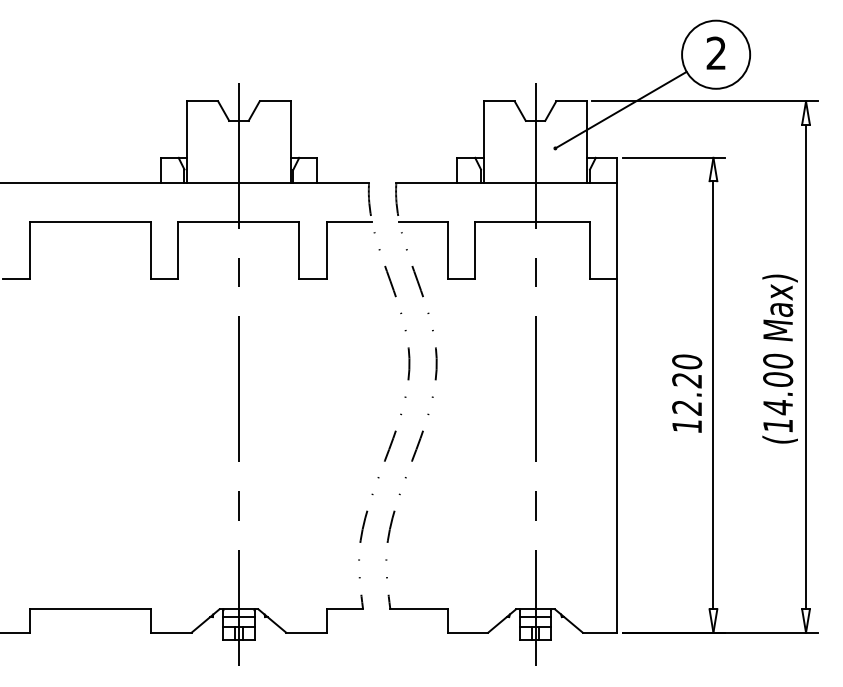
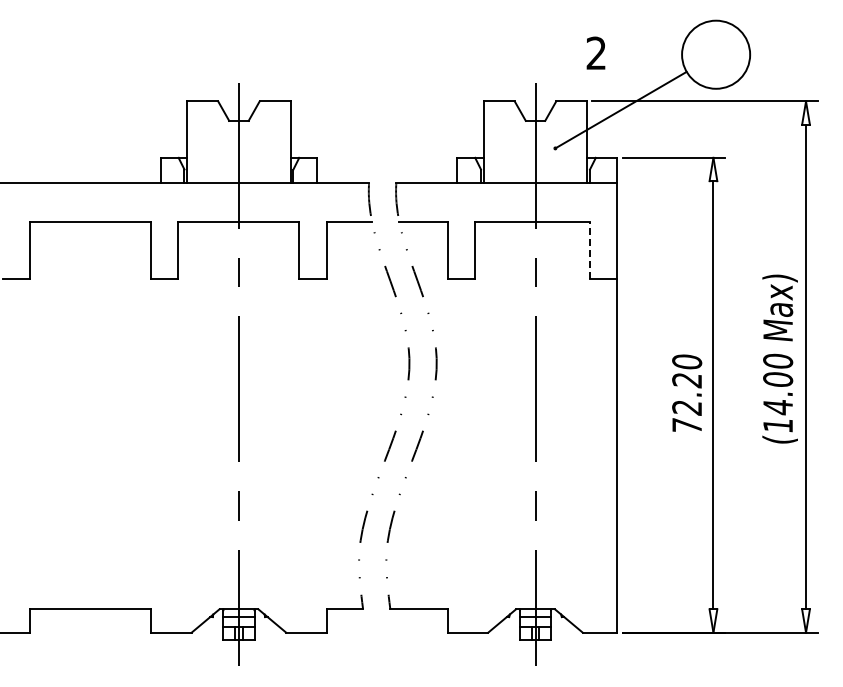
text at (715, 52) position: (715, 52) -> (595, 52)
line at (590, 249): solid -> dashed
text at (686, 425): 12.20 -> 72.20
